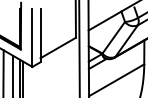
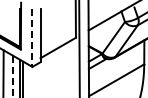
line at (32, 38): solid -> dashed
line at (12, 76): solid -> dashed
